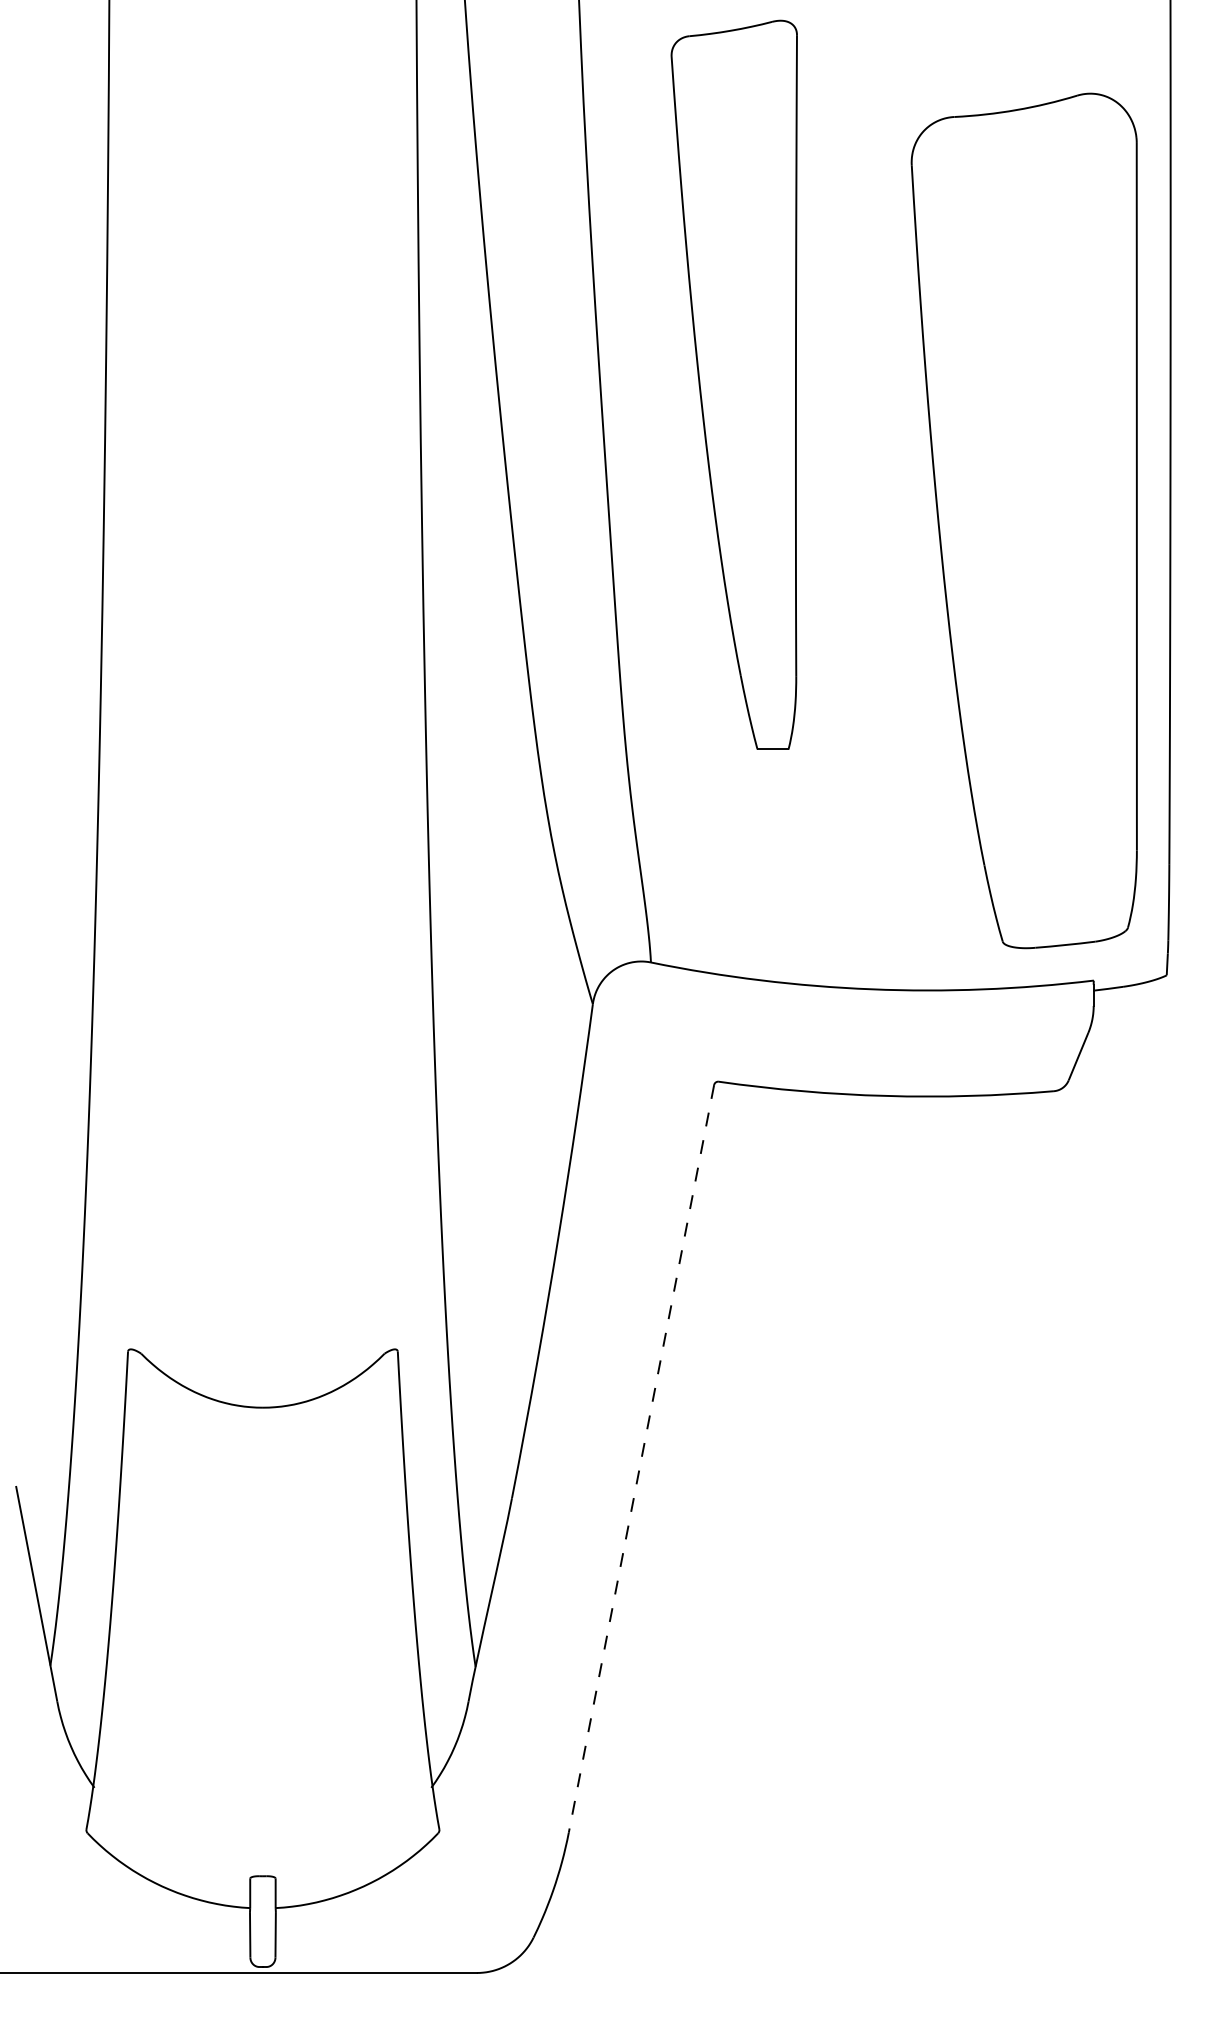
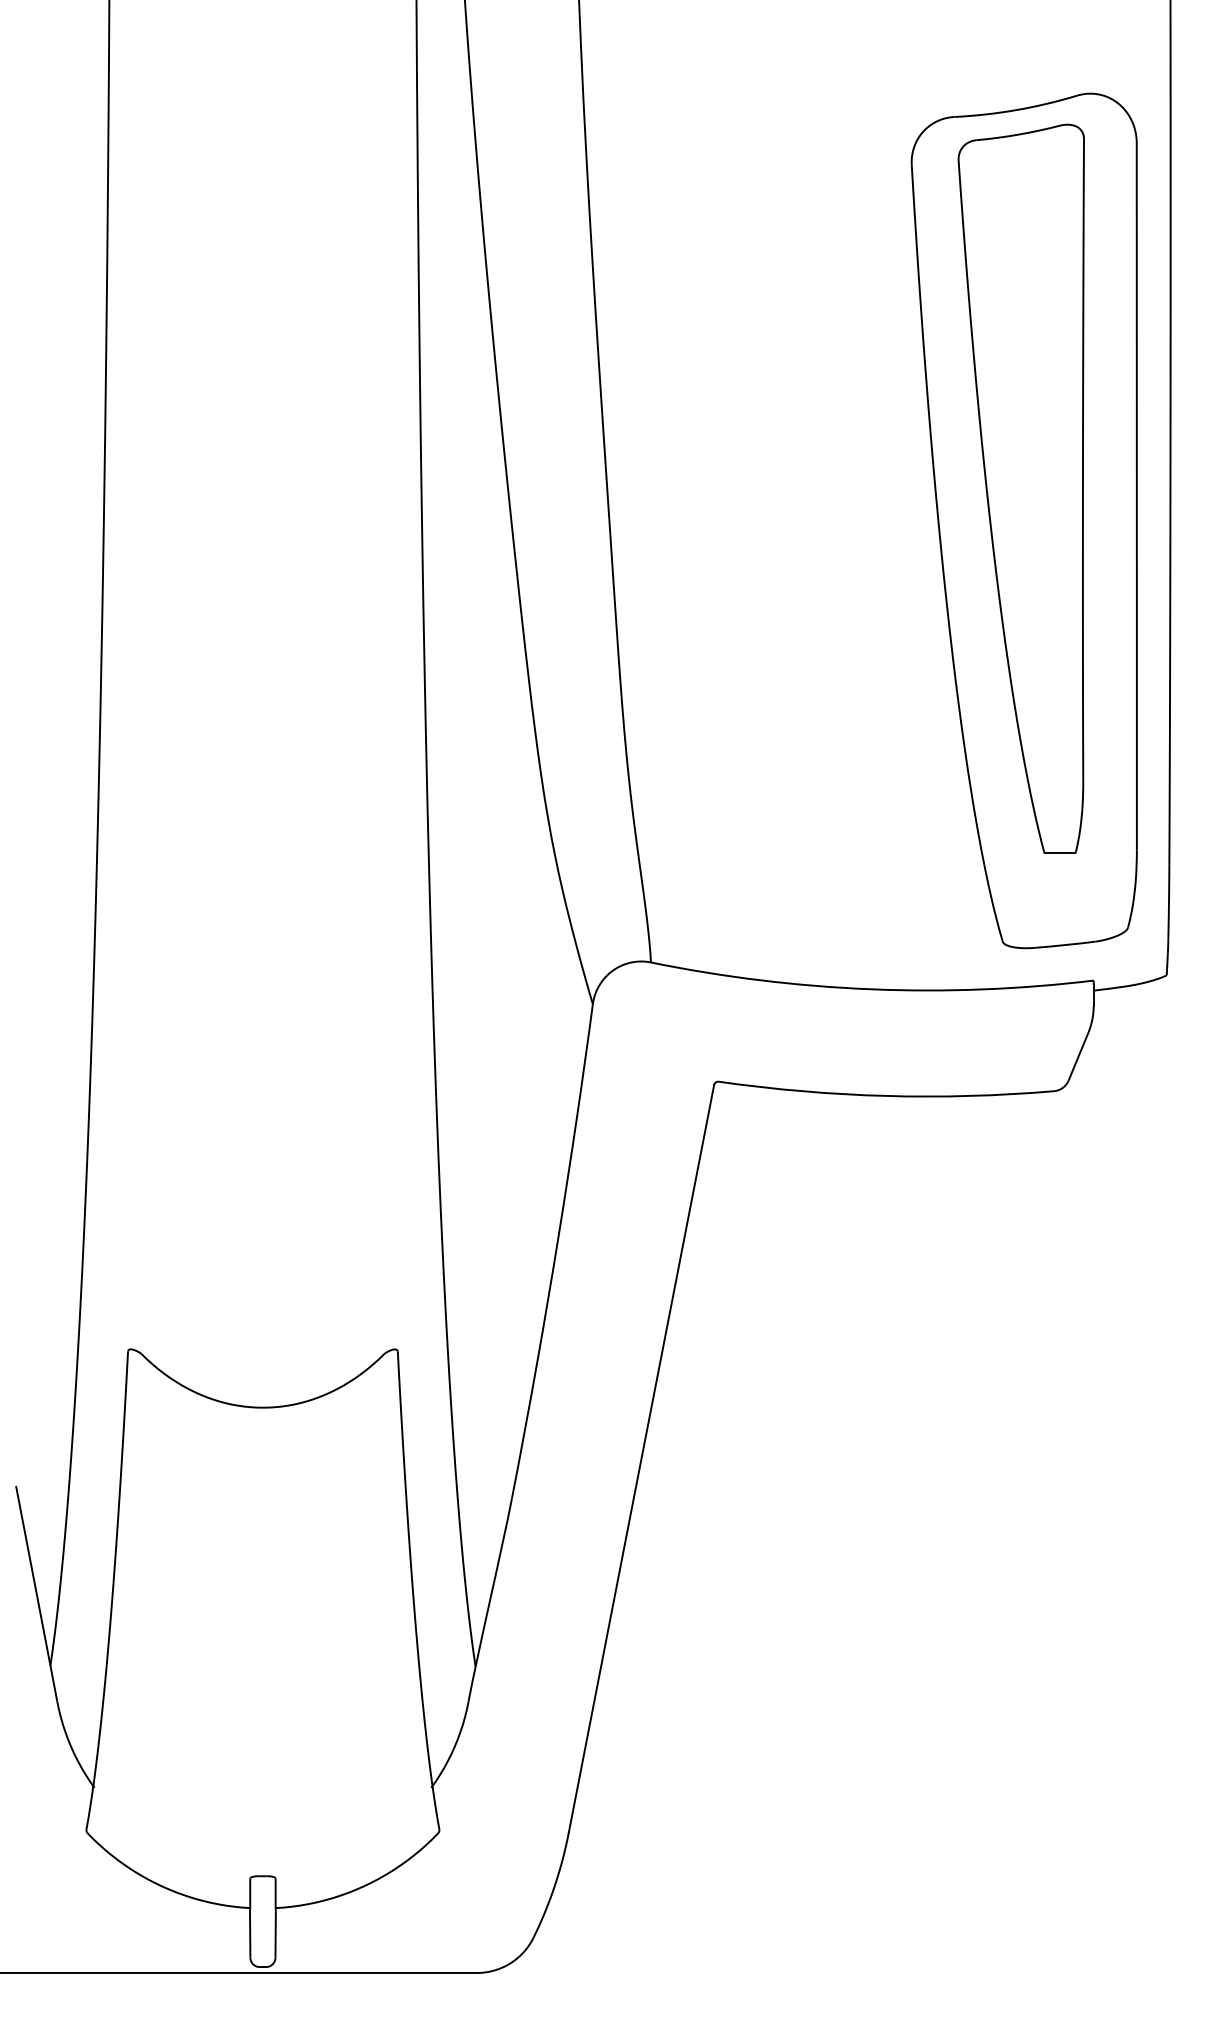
part at (733, 384) position: (733, 384) -> (1020, 488)
line at (641, 1458): dashed -> solid
